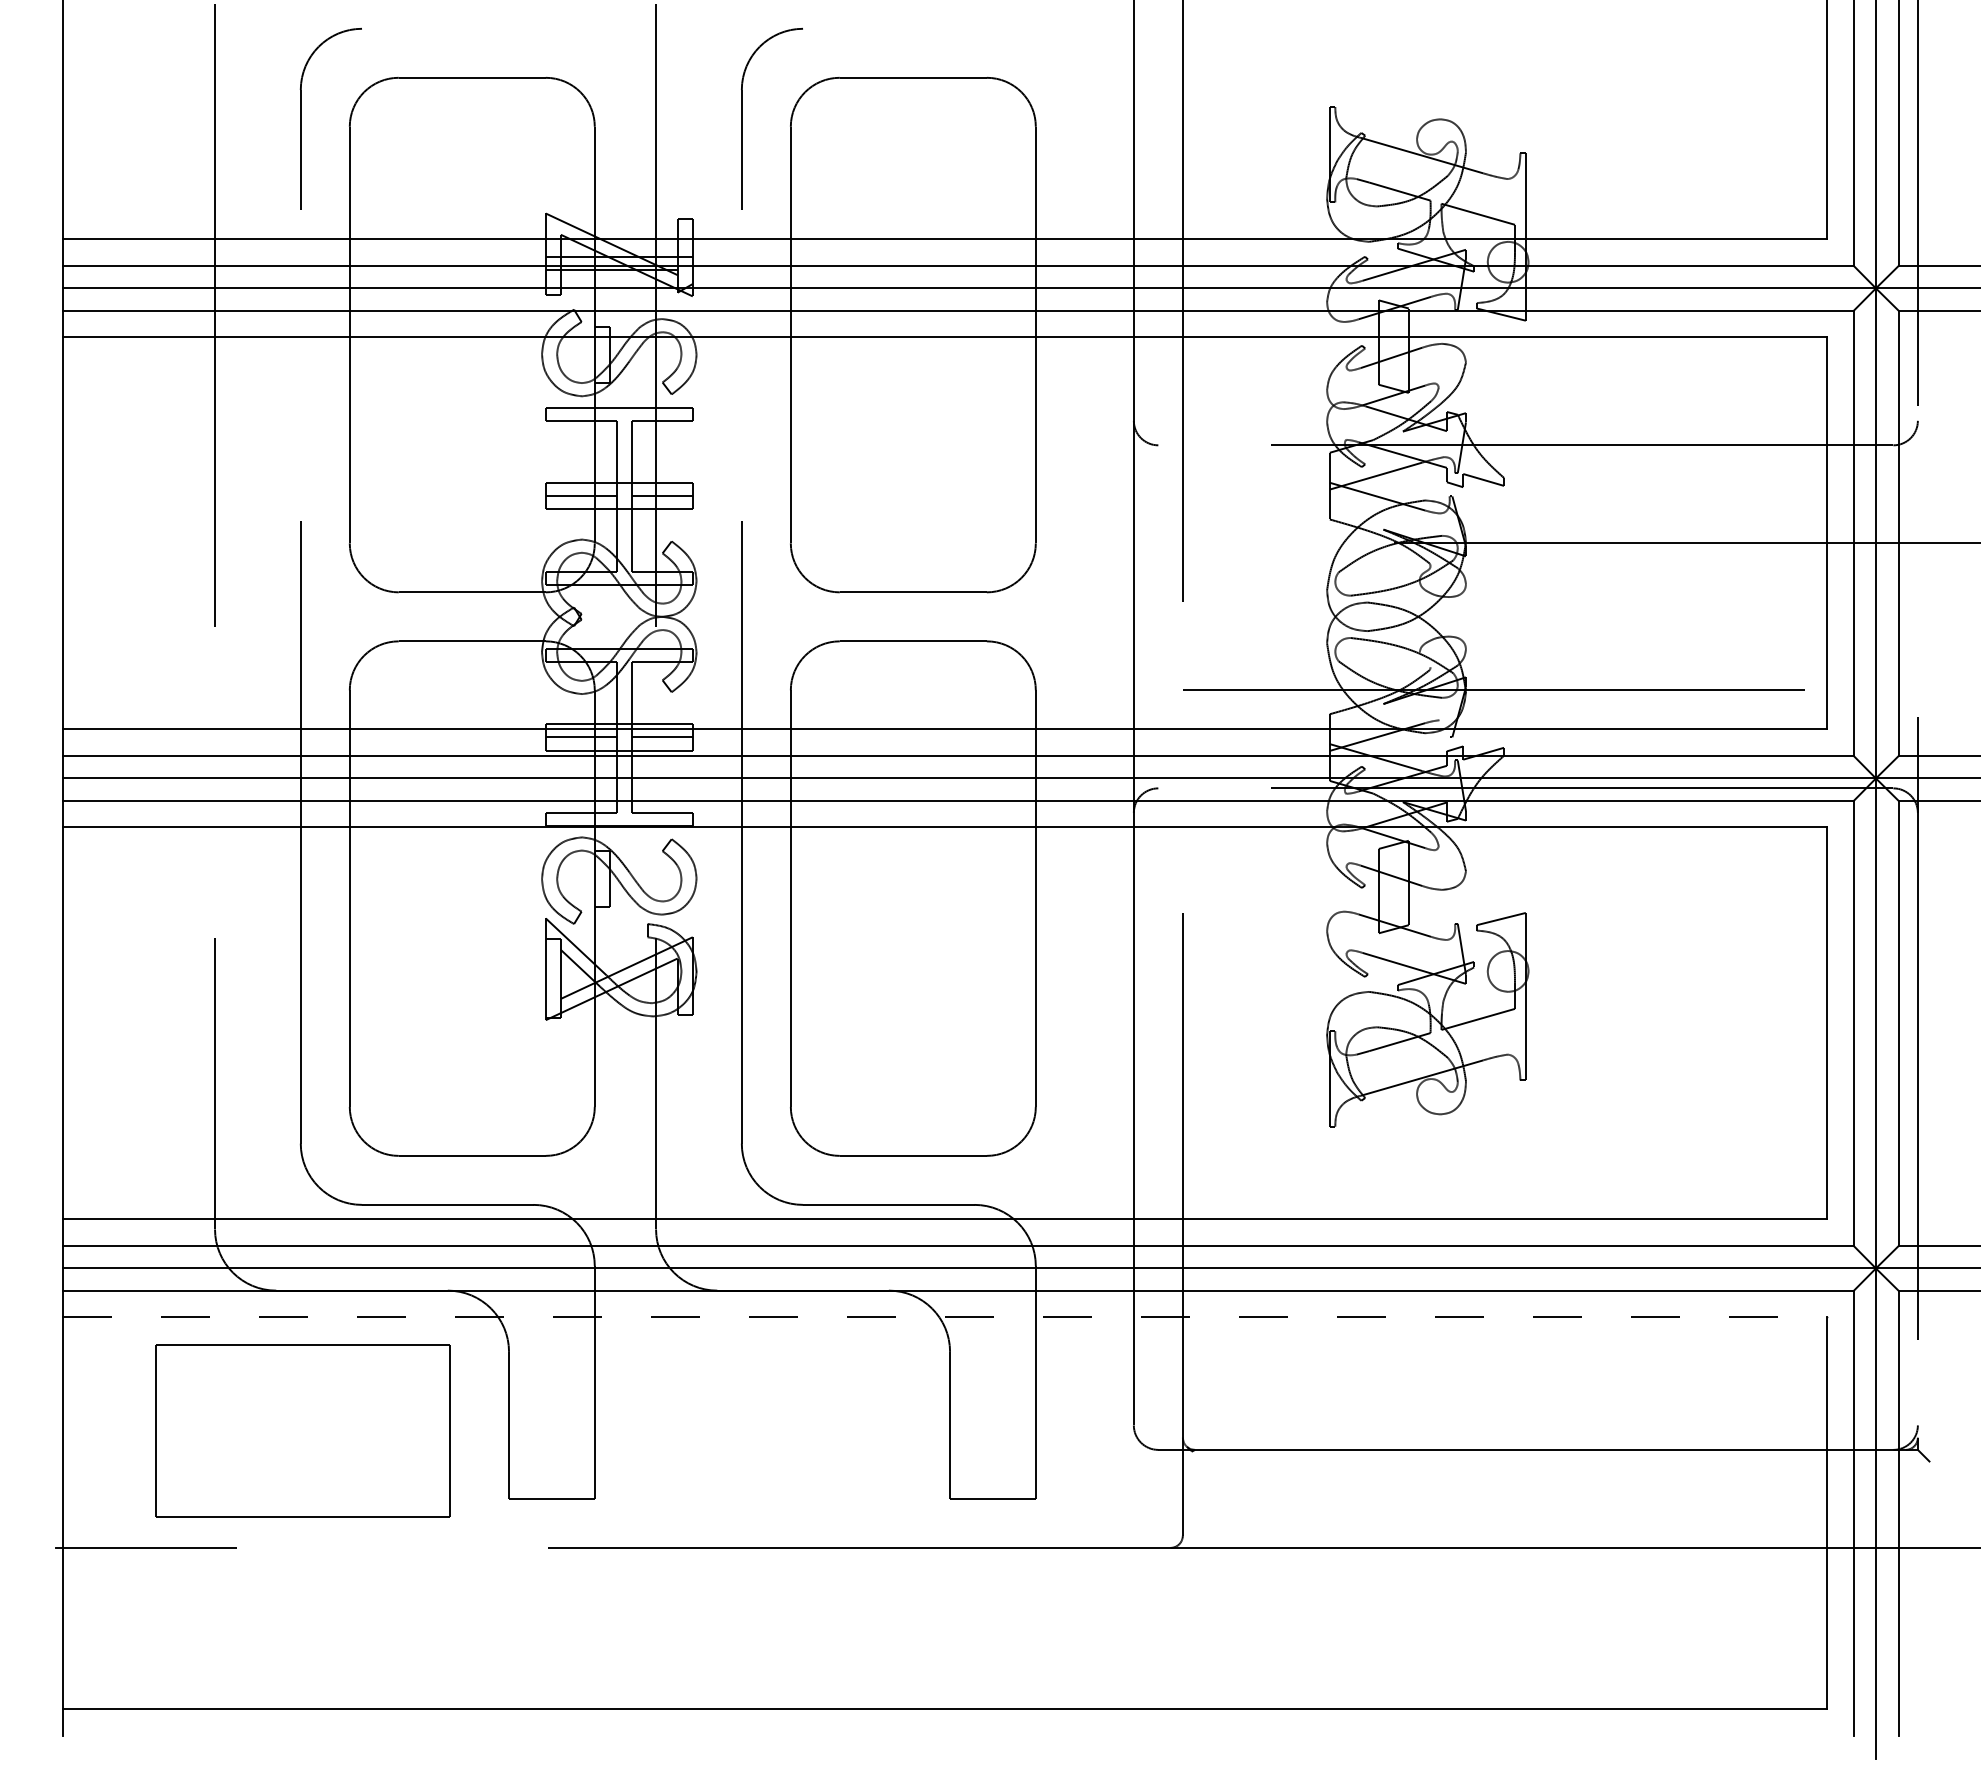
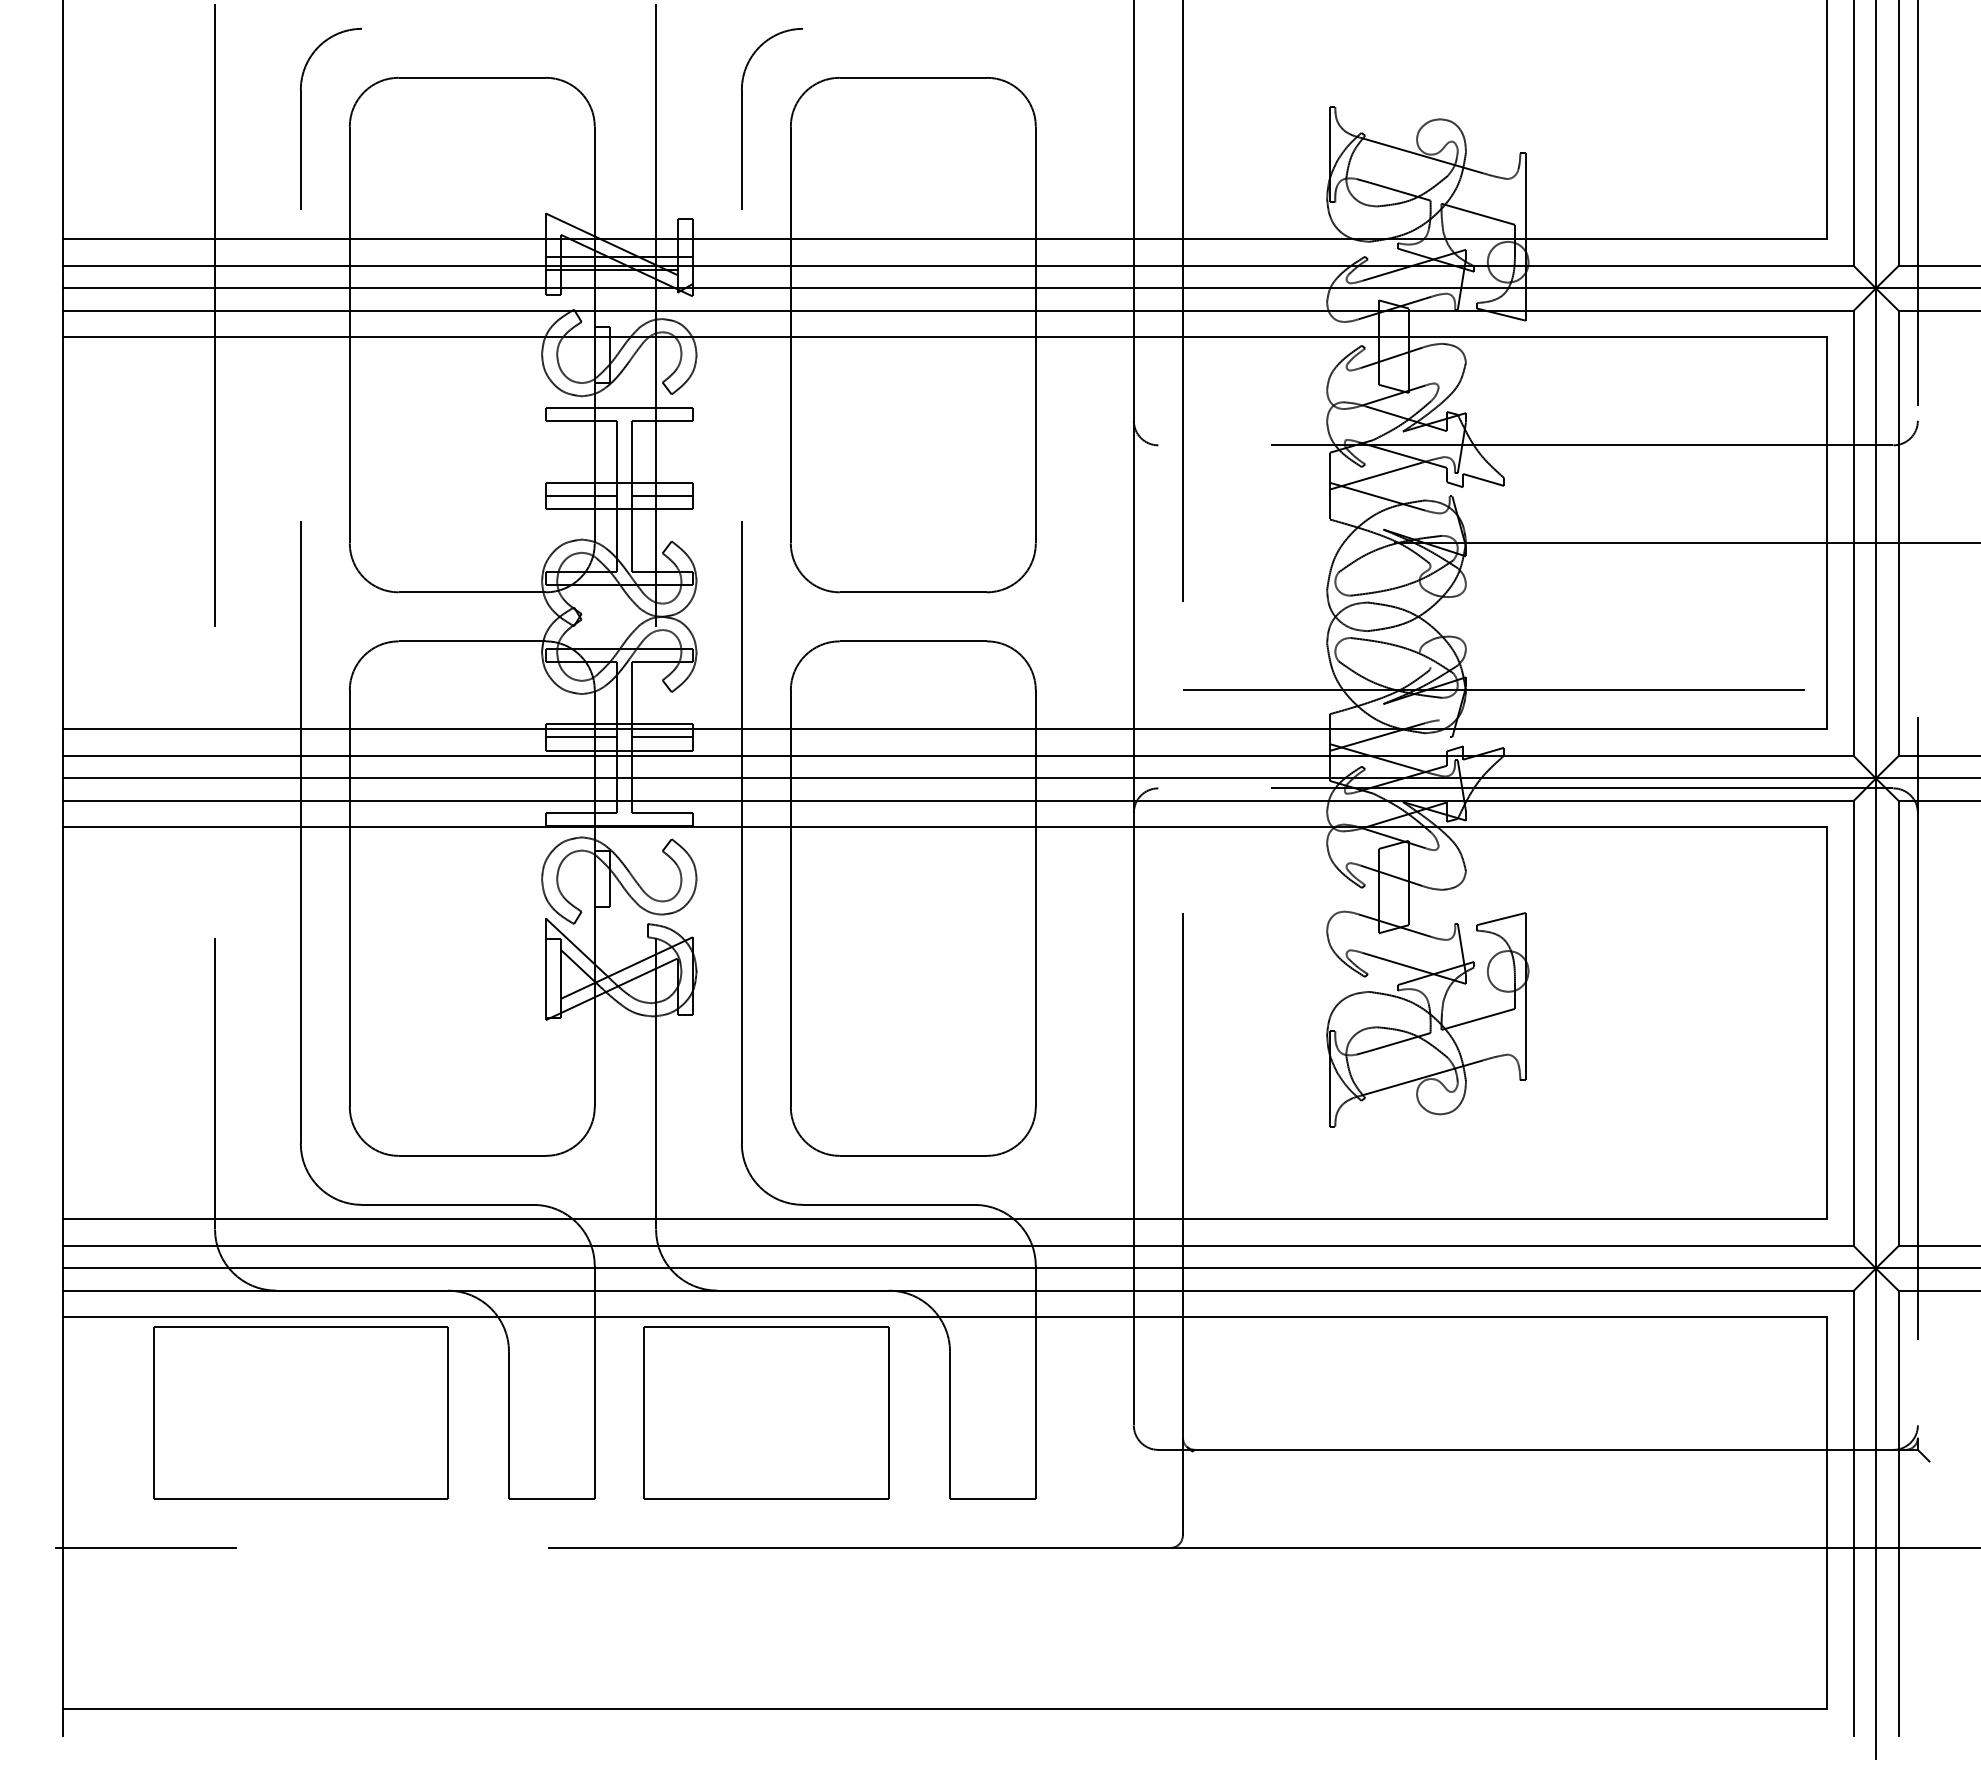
line at (945, 1317): dashed -> solid
part at (766, 1412): none -> present
part at (302, 1430) position: (302, 1430) -> (300, 1412)
